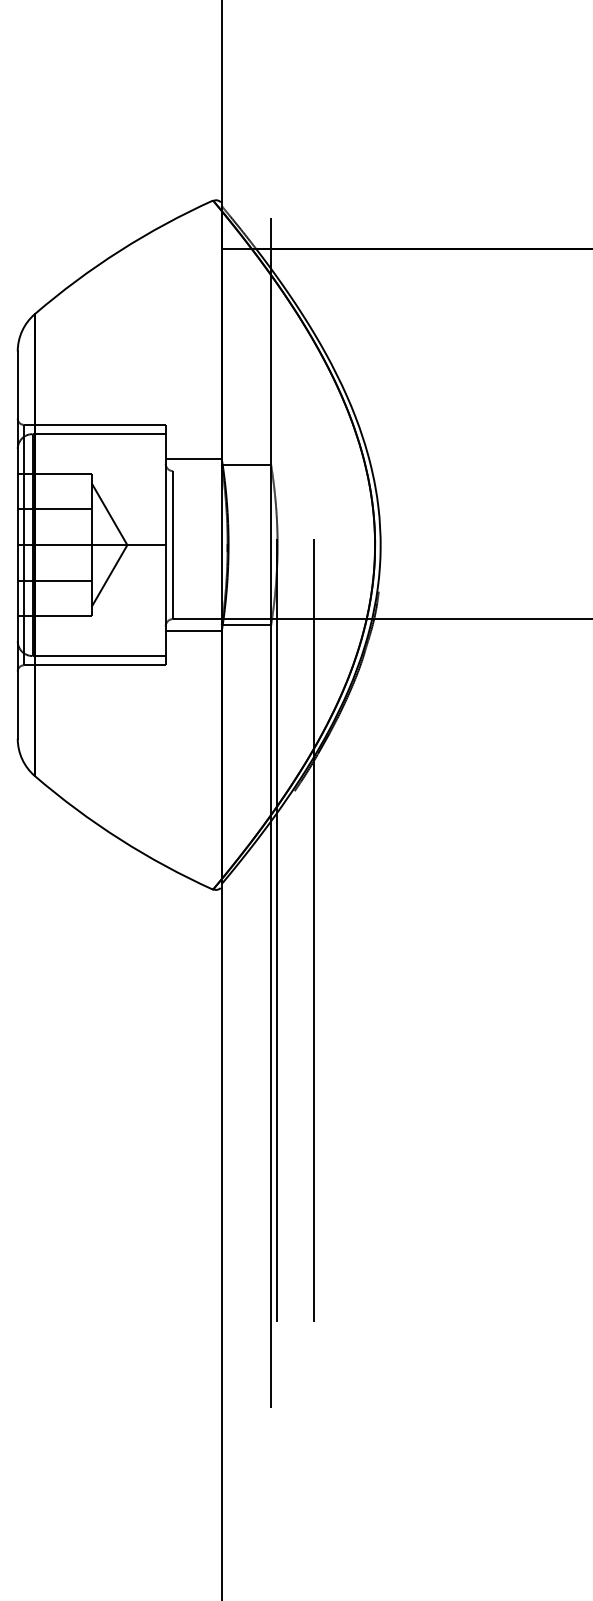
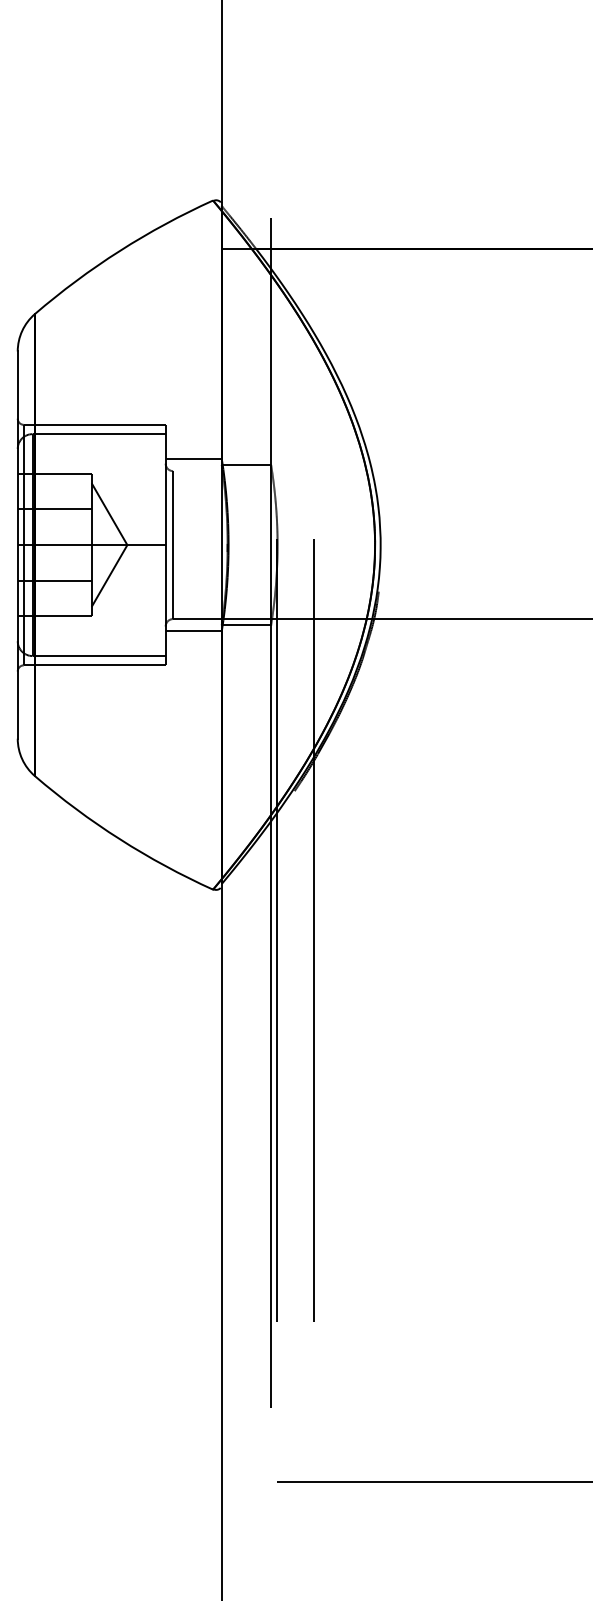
line at (432, 1482): none -> present
